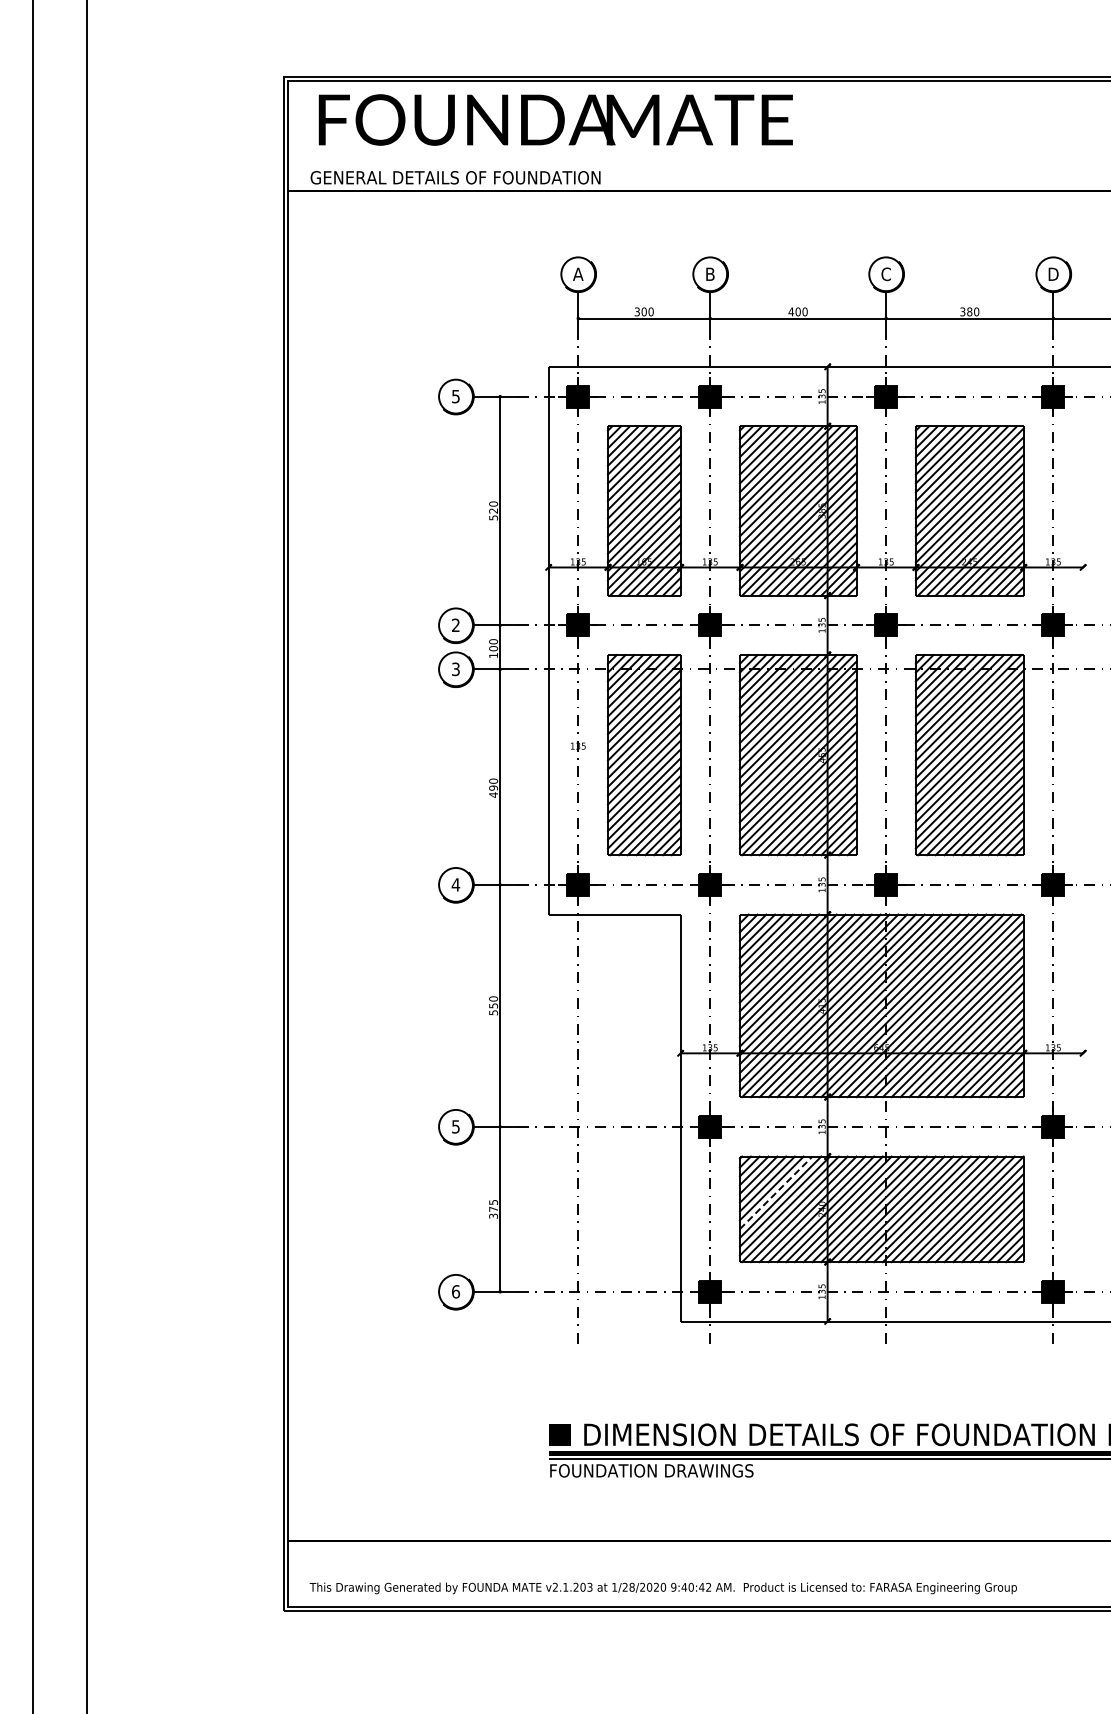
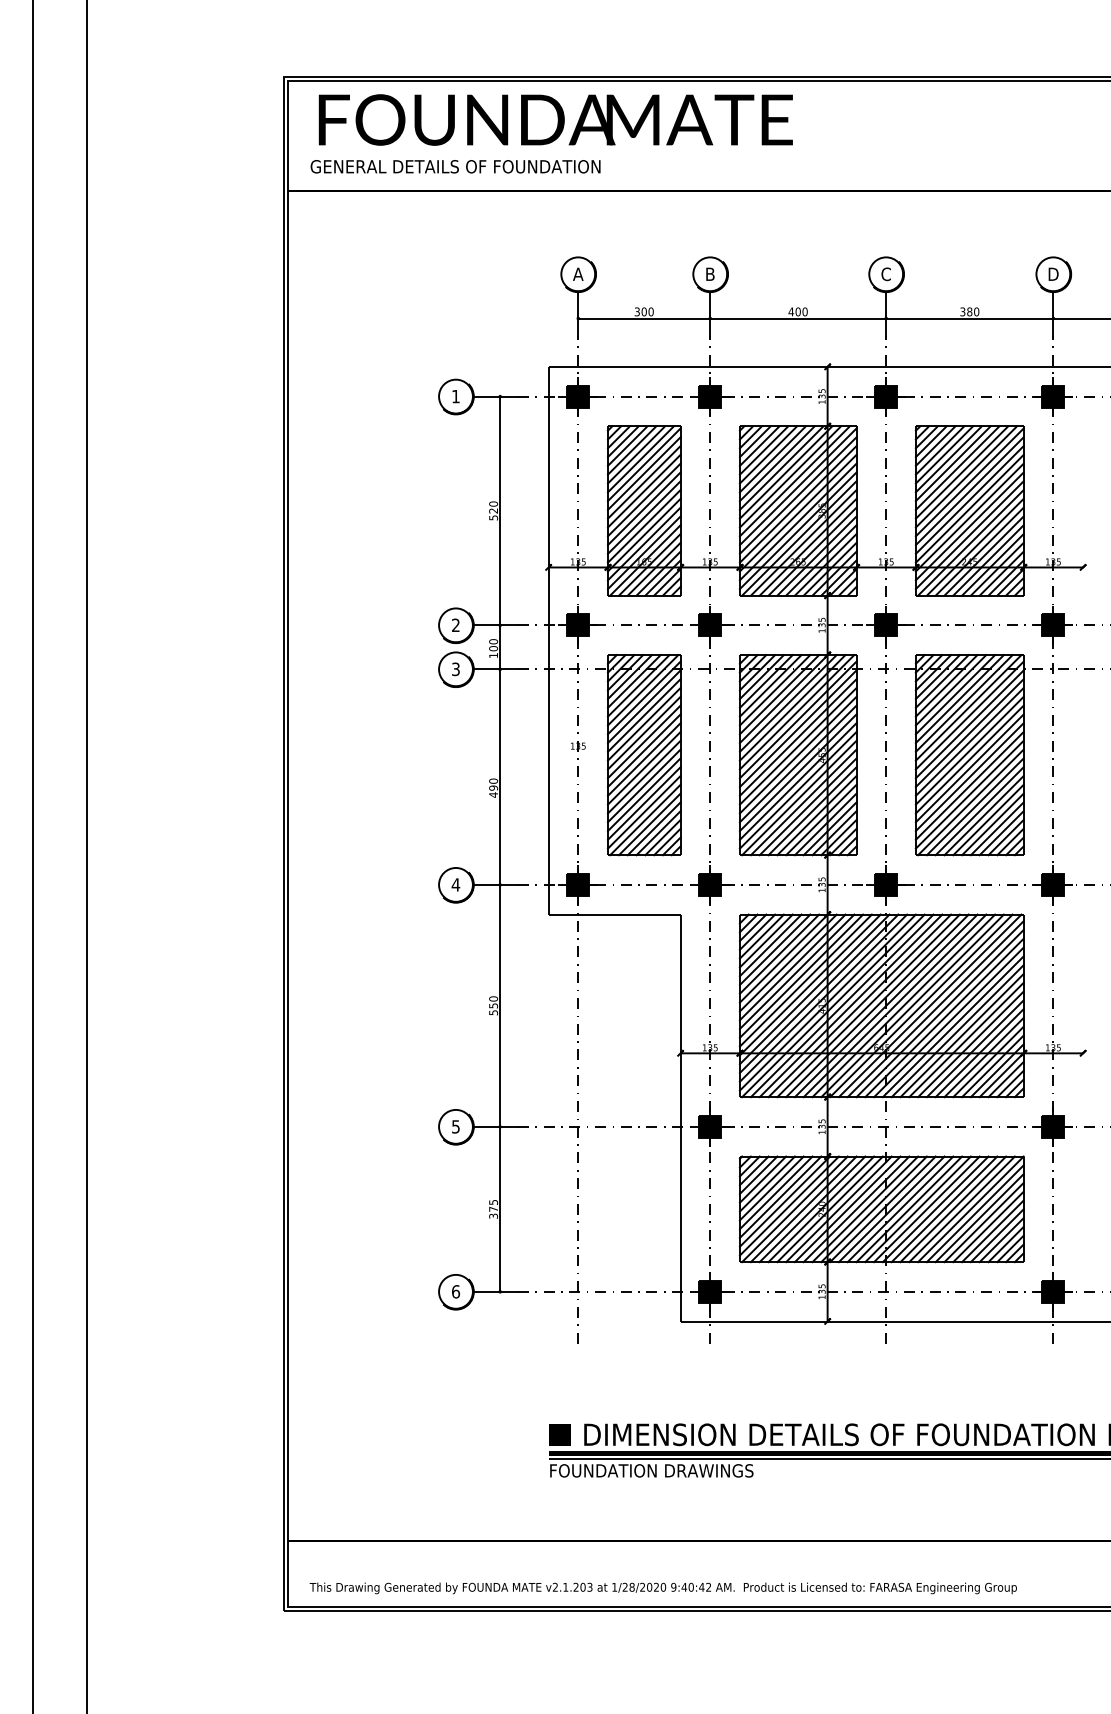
text at (455, 177) position: (455, 177) -> (455, 166)
text at (455, 396): 5 -> 1
line at (776, 1192): dashed -> solid
